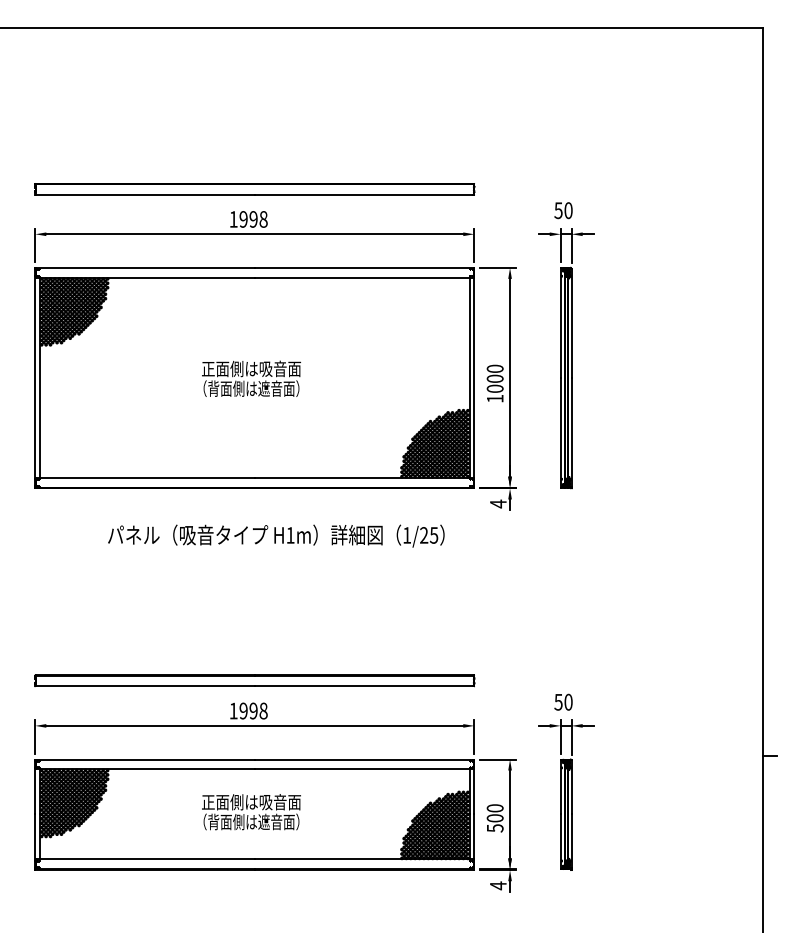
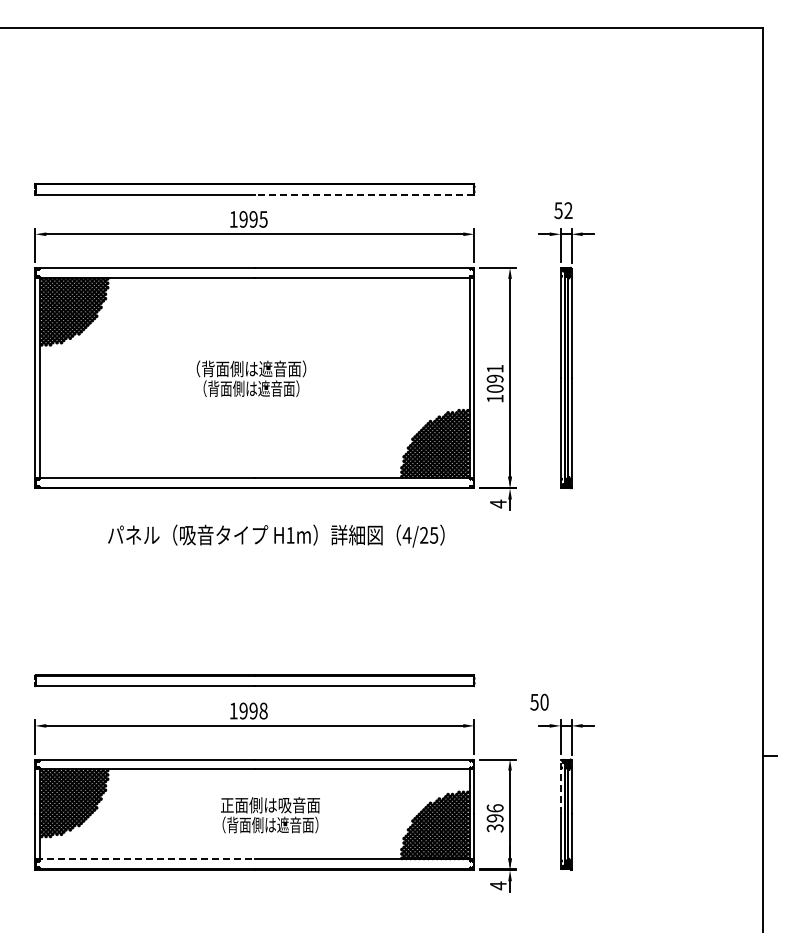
line at (363, 194): solid -> dashed
text at (568, 210): 50 -> 52
text at (263, 219): 1998 -> 1995
text at (251, 368): 正面側は吸音面 -> （背面側は遮音面）
text at (494, 373): 1000 -> 1091
text at (406, 535): 1/25 -> 4/25
text at (563, 701) position: (563, 701) -> (539, 701)
line at (560, 786): solid -> dashed
text at (251, 812) position: (251, 812) -> (270, 815)
text at (494, 818): 500 -> 396
line at (145, 859): solid -> dashed
